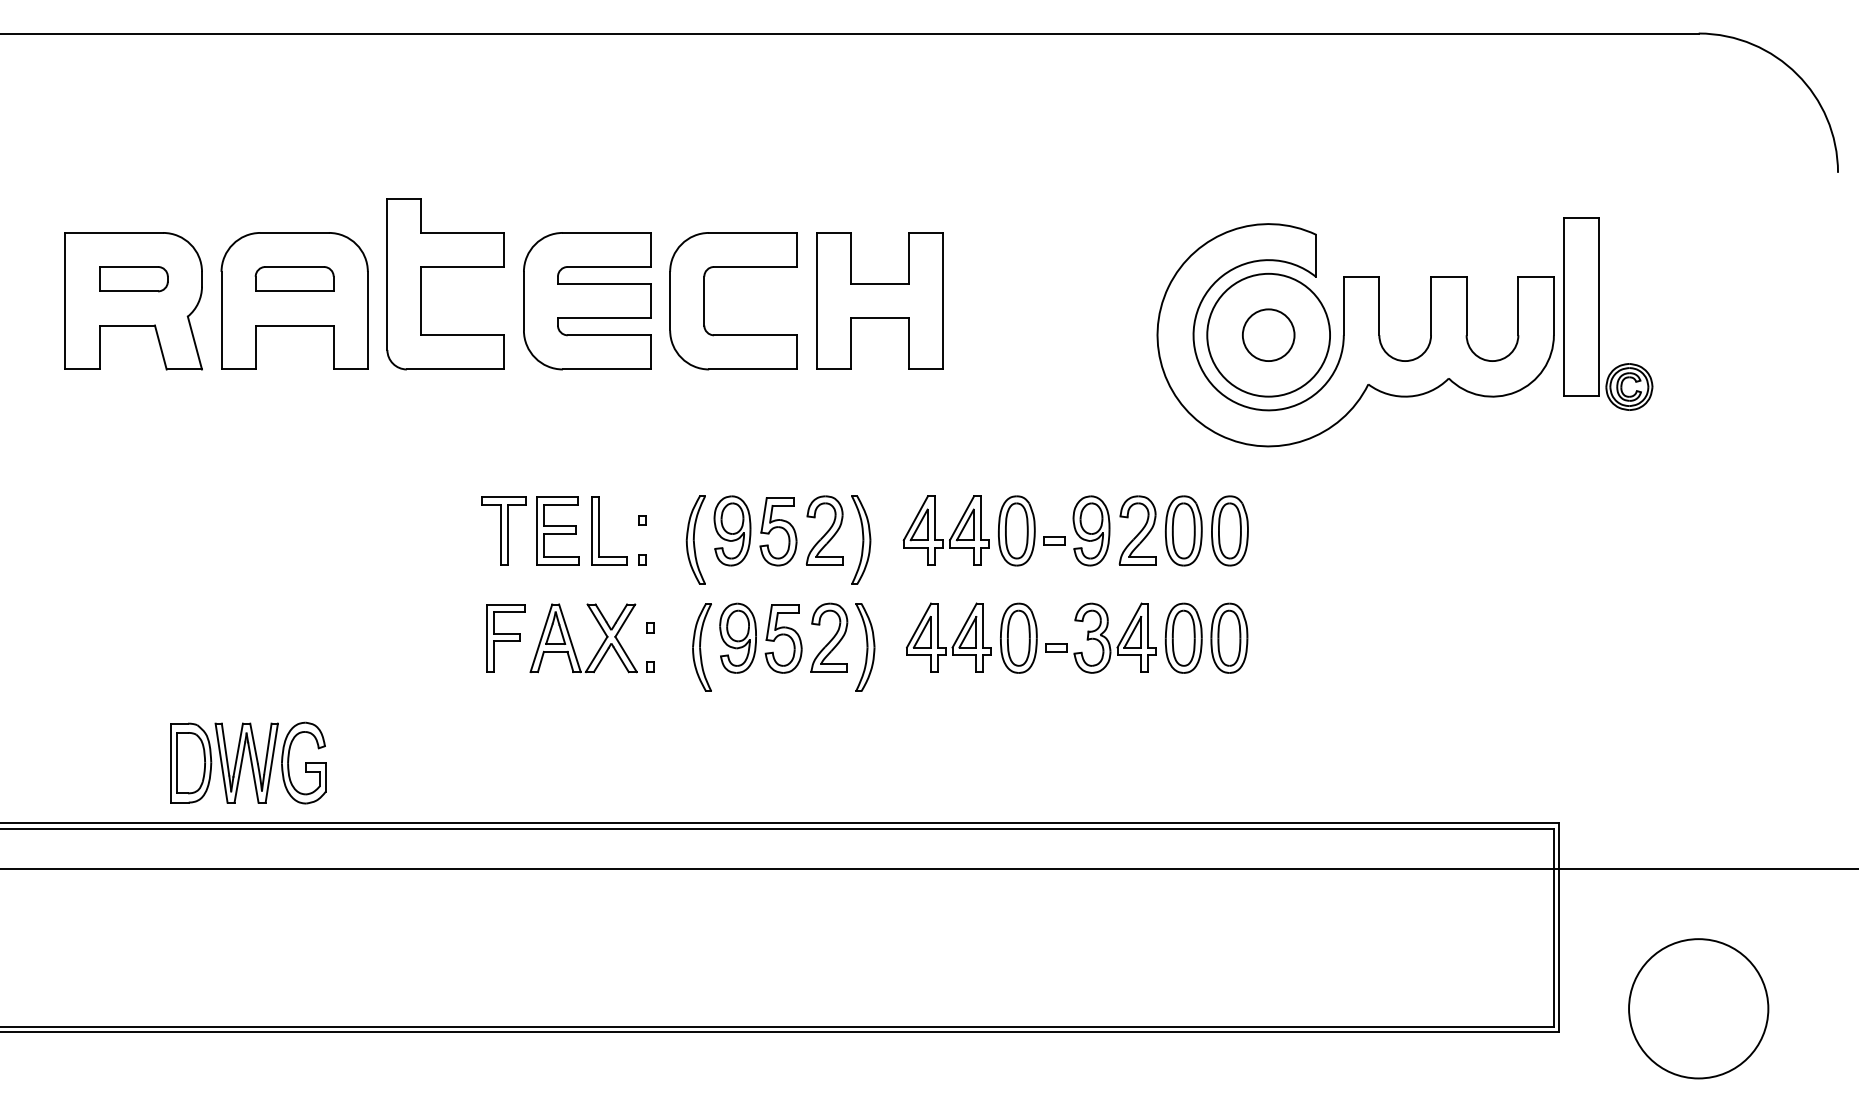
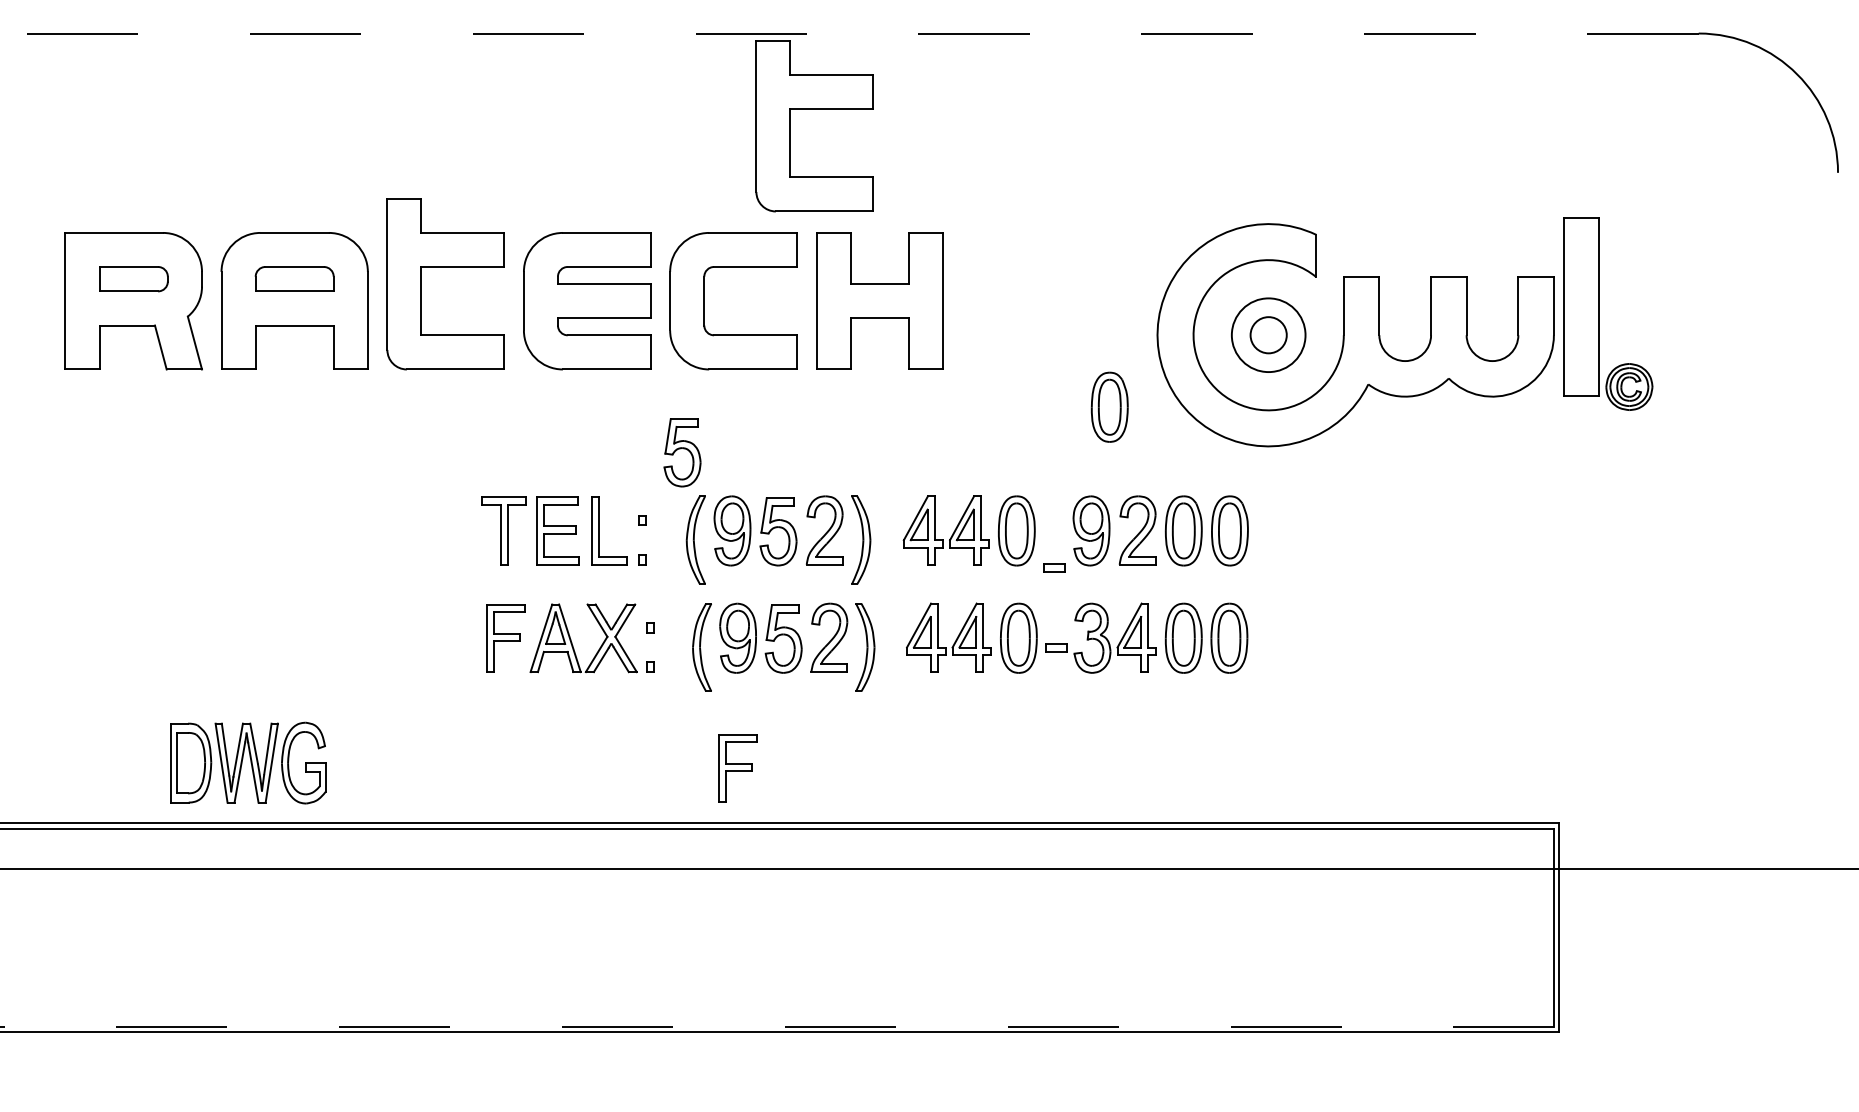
line at (848, 33): solid -> dashed
part at (814, 109): none -> present
circle at (1268, 334) diameter: 123 px -> 74 px
circle at (1268, 335) diameter: 52 px -> 36 px
part at (1109, 406): none -> present
part at (682, 452): none -> present
part at (1054, 540) position: (1054, 540) -> (1054, 567)
part at (737, 768): none -> present
circle at (1698, 1008): present -> none
line at (776, 1026): solid -> dashed
